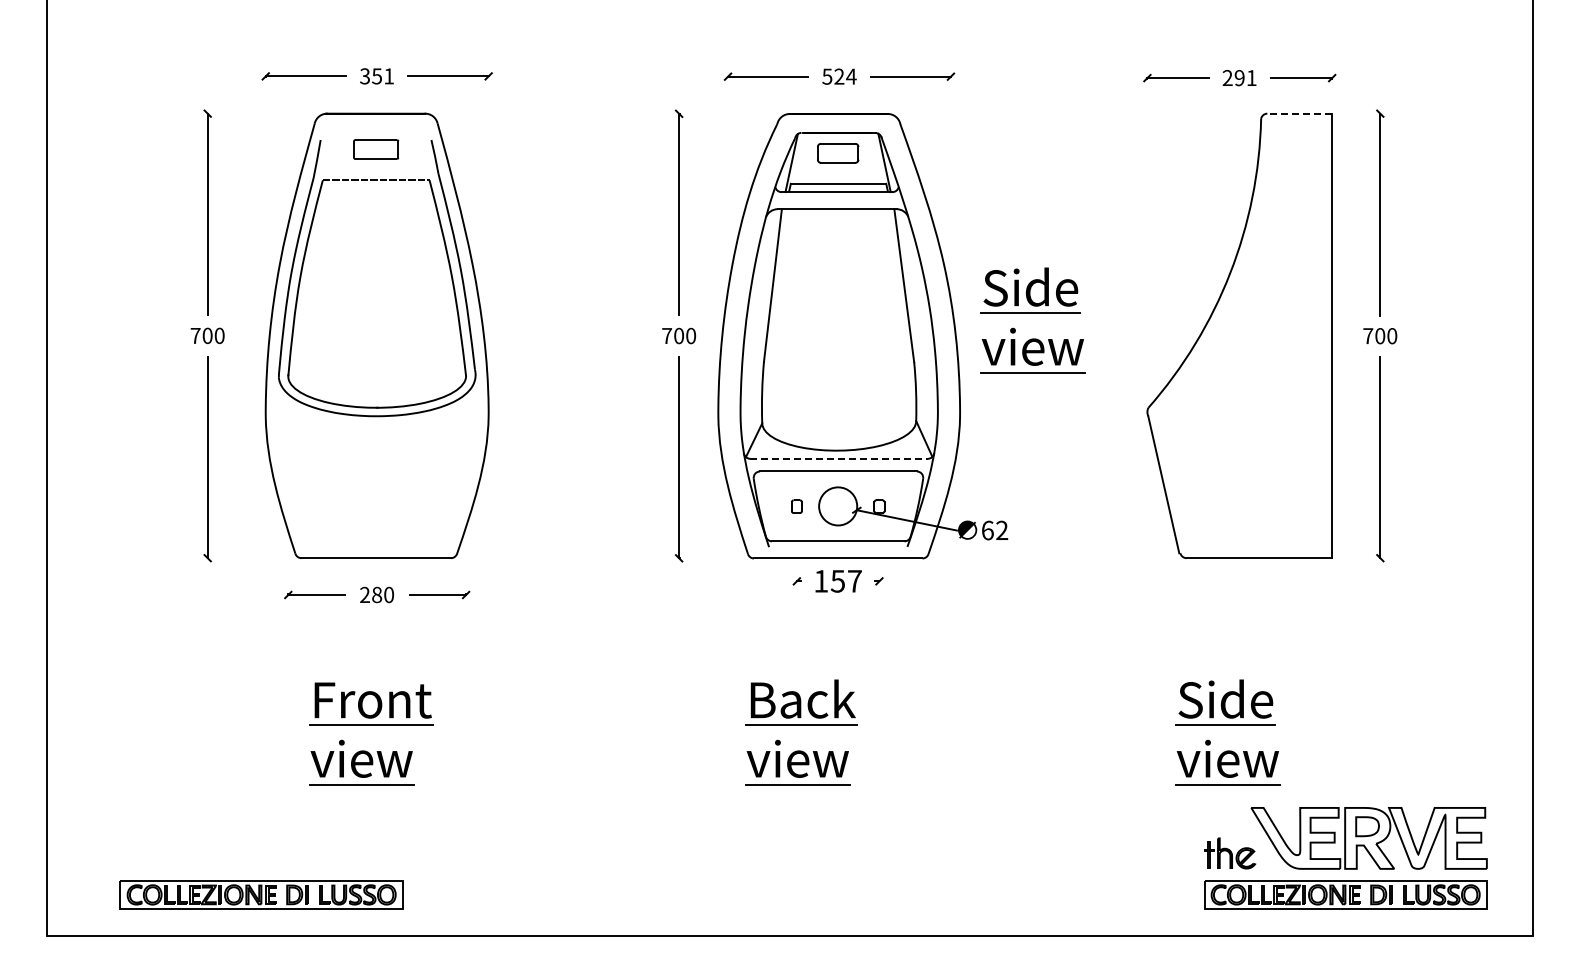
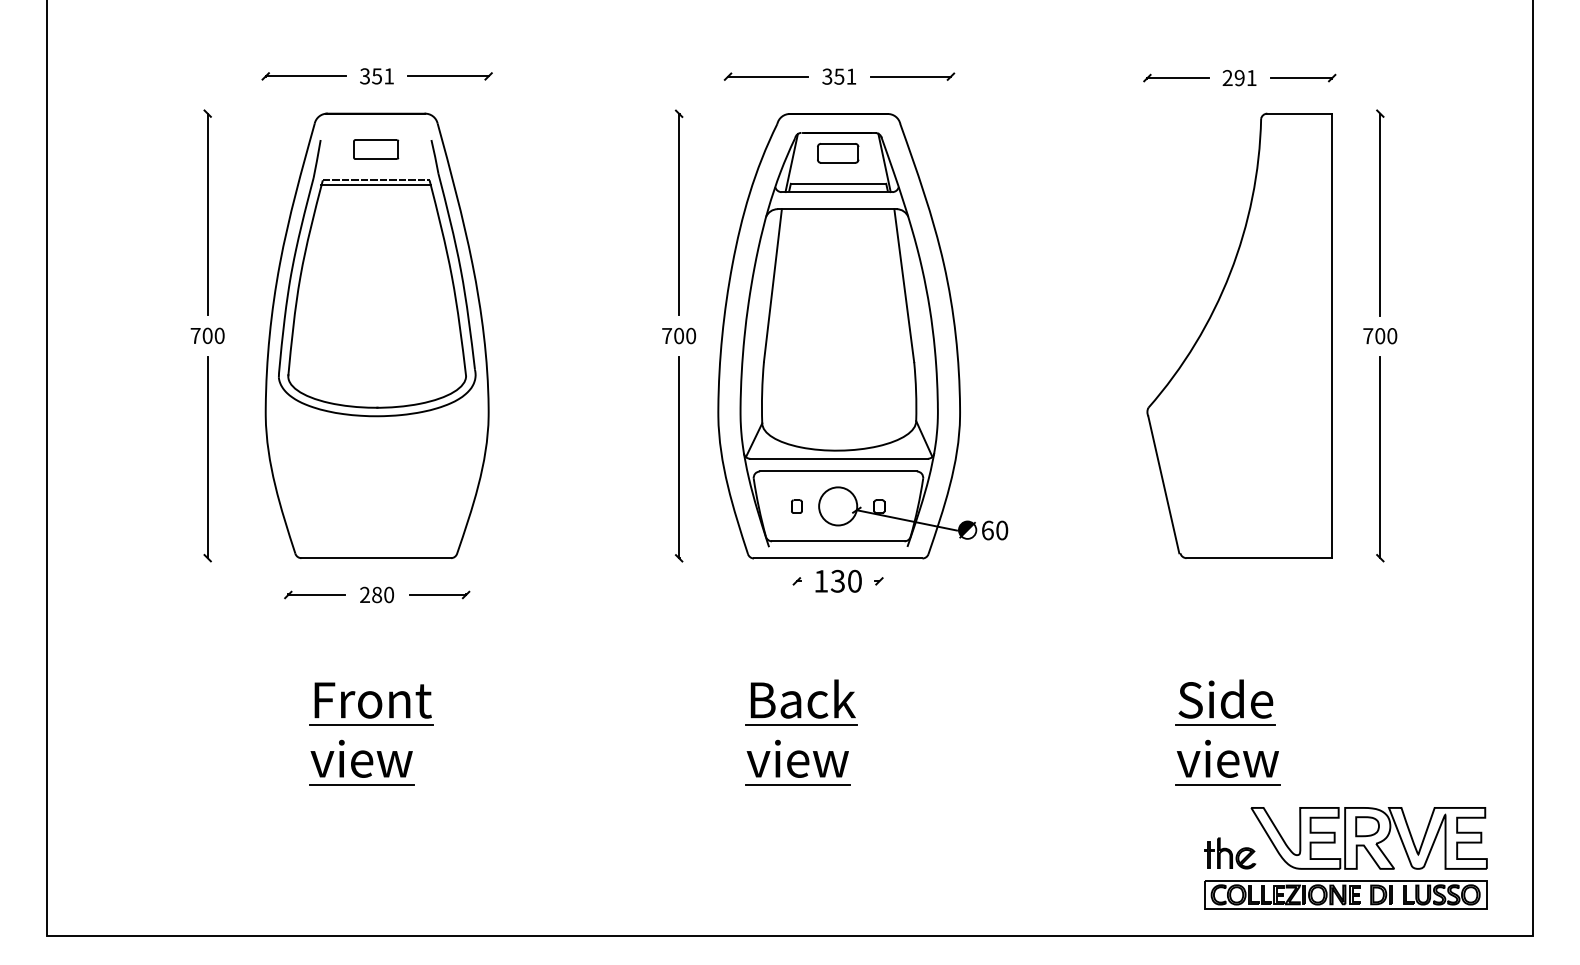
text at (839, 76): 524 -> 351
line at (1299, 113): dashed -> solid
line at (375, 185): none -> present
part at (1032, 313): present -> none
line at (839, 458): dashed -> solid
text at (1002, 530): 62 -> 60
text at (846, 580): 157 -> 130
part at (261, 894): present -> none
